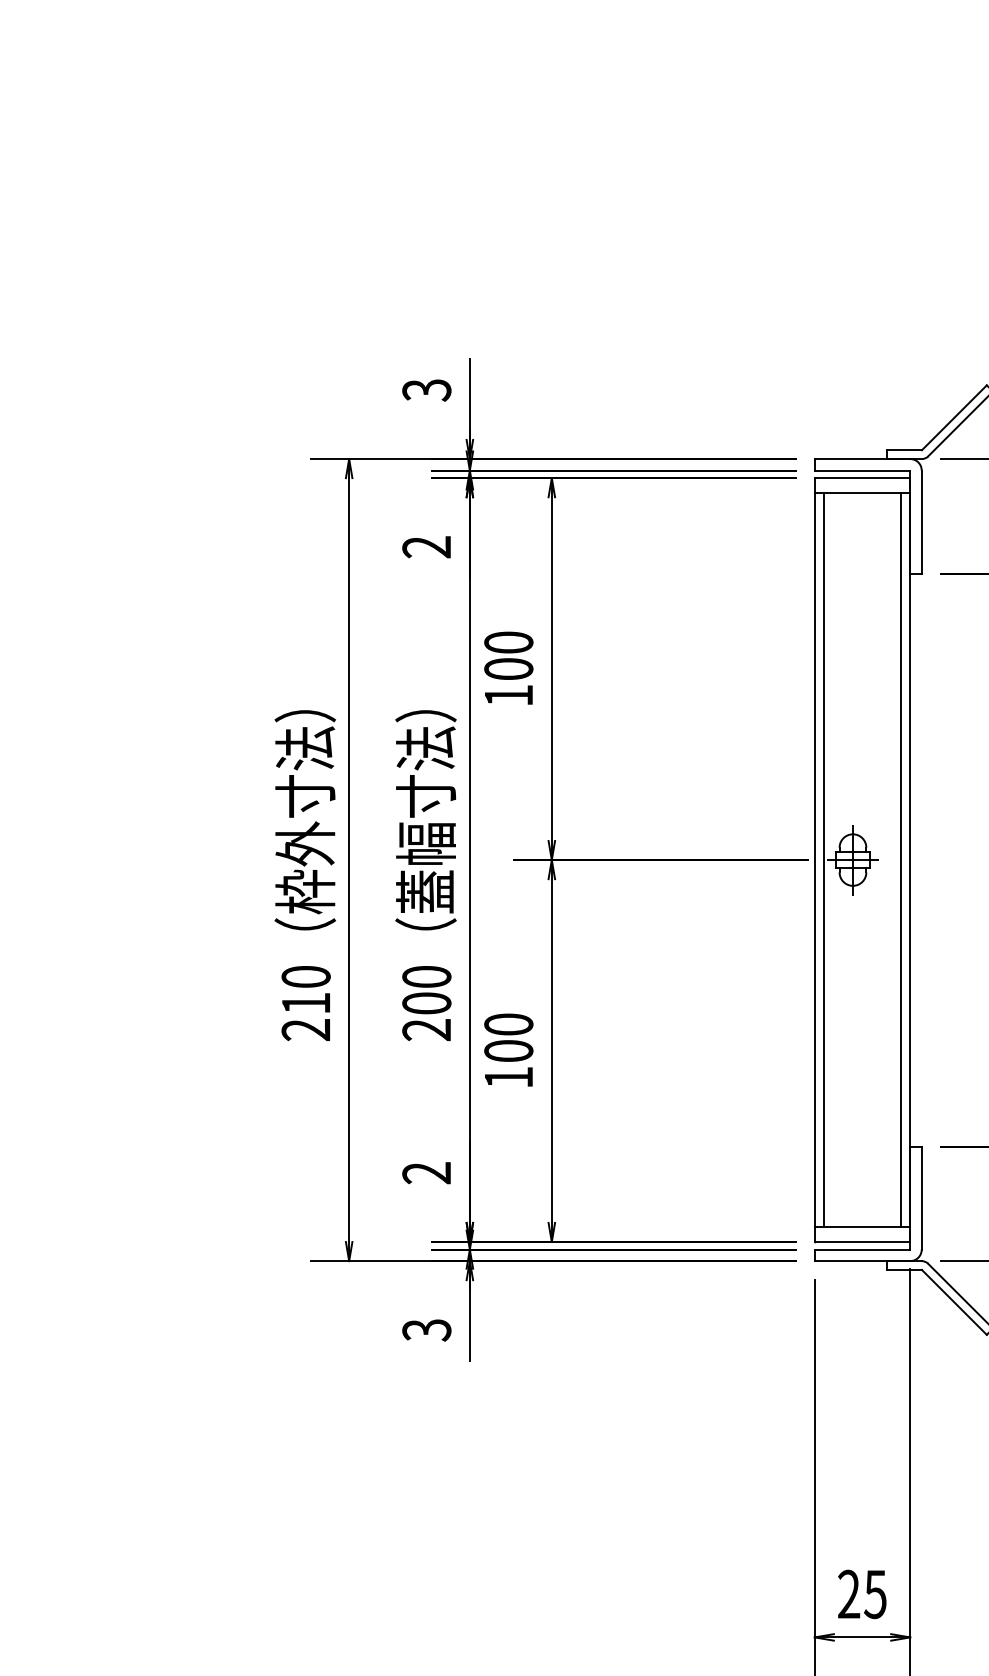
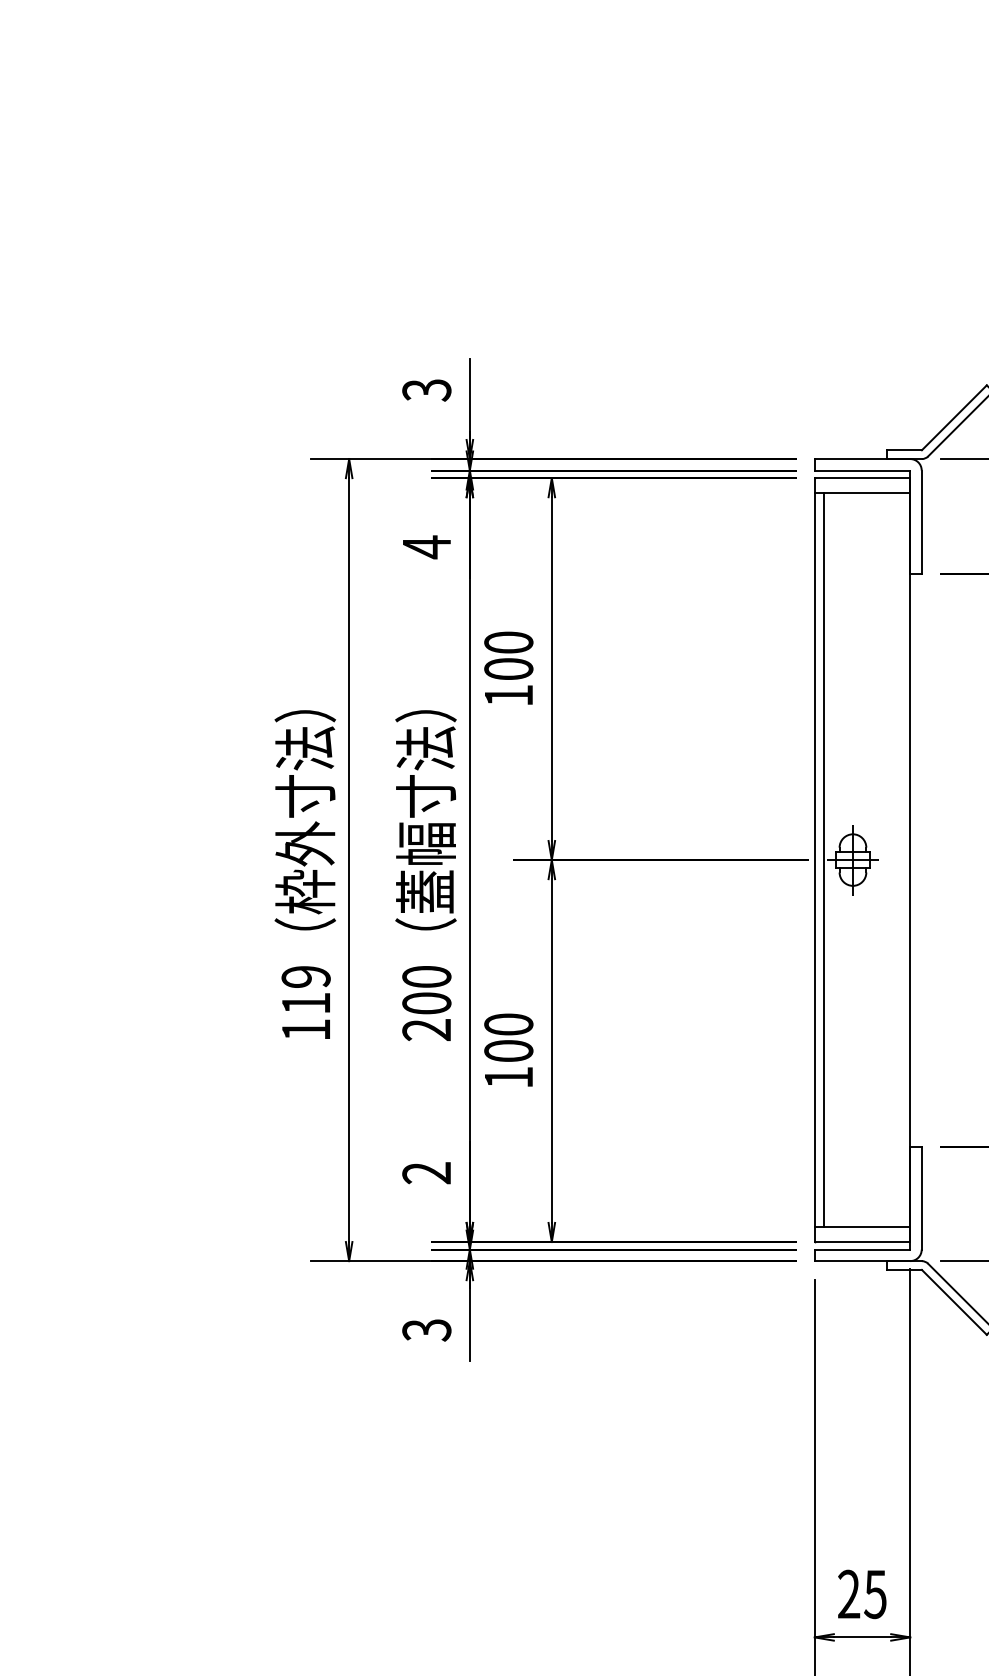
text at (426, 547): 2 -> 4
line at (900, 859): present -> none
text at (305, 1003): 210 -> 119
